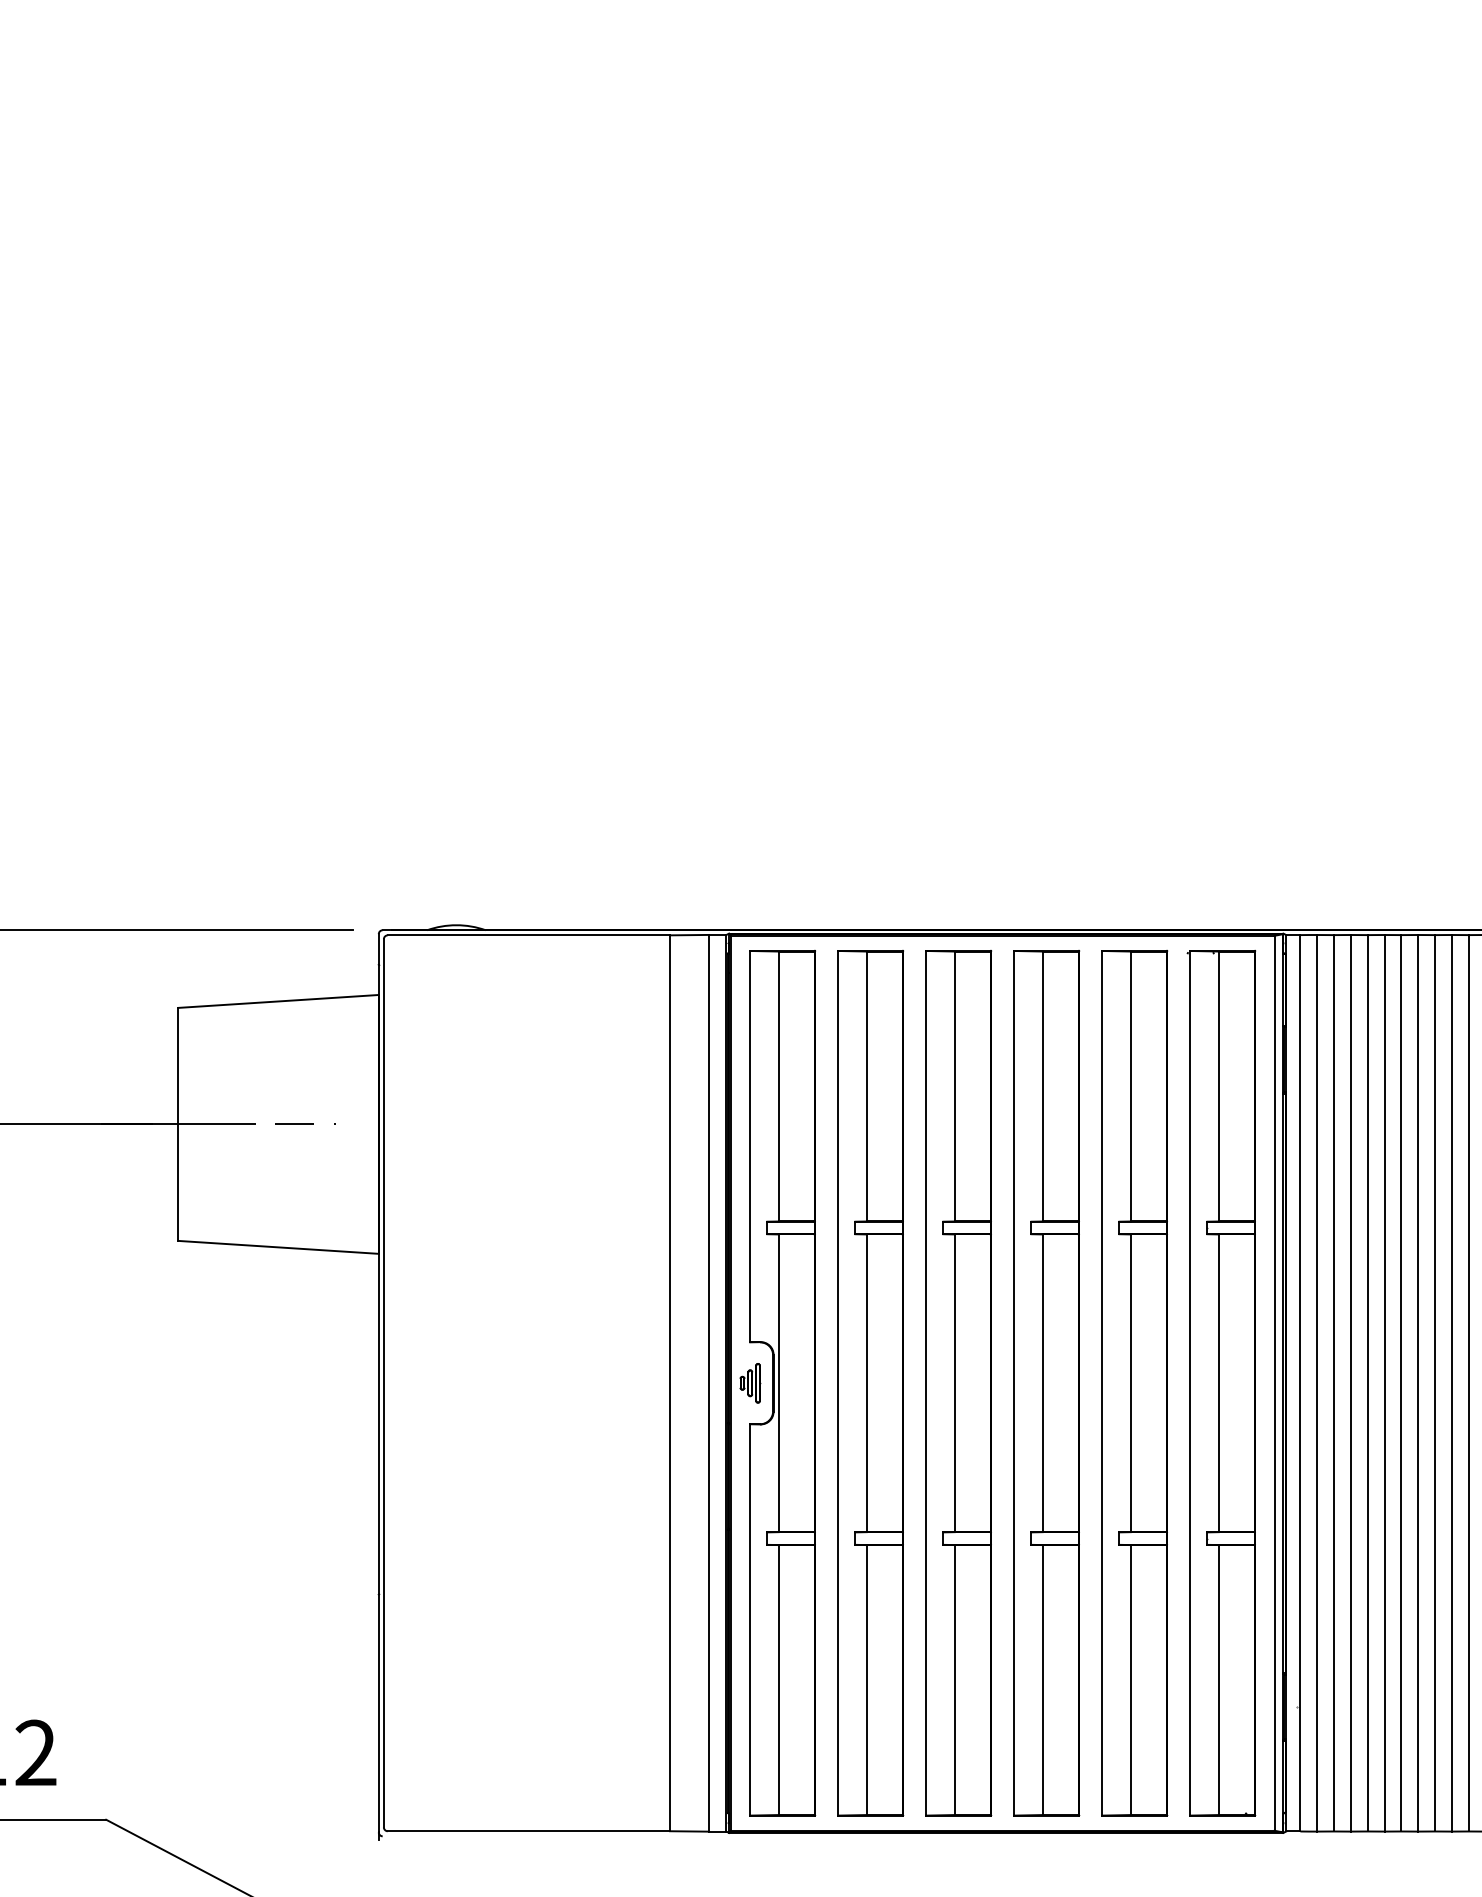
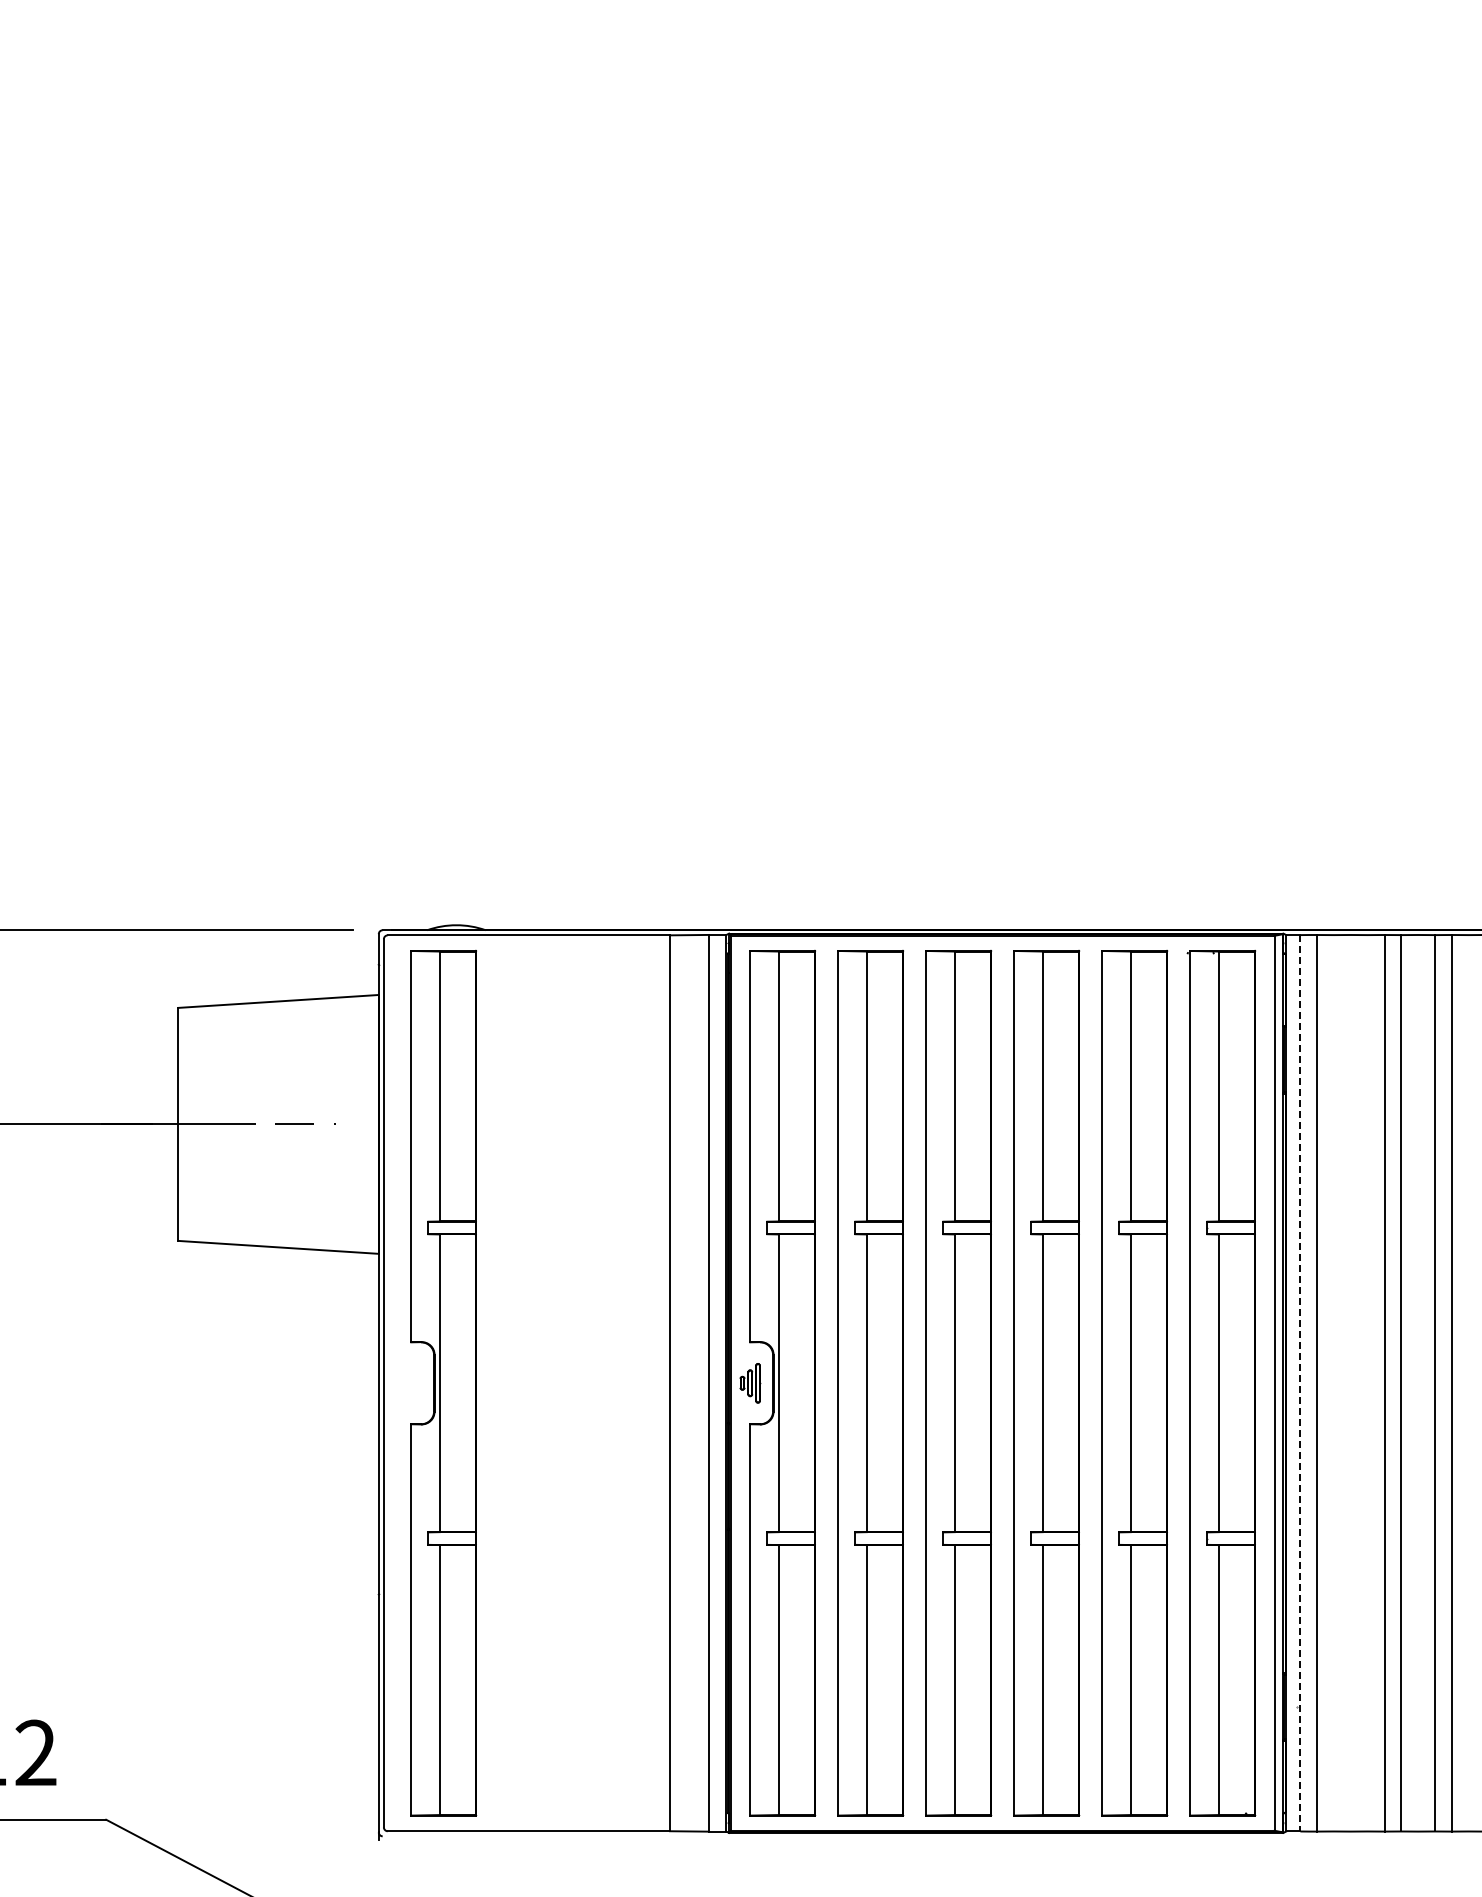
part at (443, 1382): none -> present
line at (1300, 1383): solid -> dashed
line at (1334, 1383): present -> none
line at (1350, 1383): present -> none
line at (1367, 1383): present -> none
line at (1418, 1383): present -> none
line at (1468, 1383): present -> none
